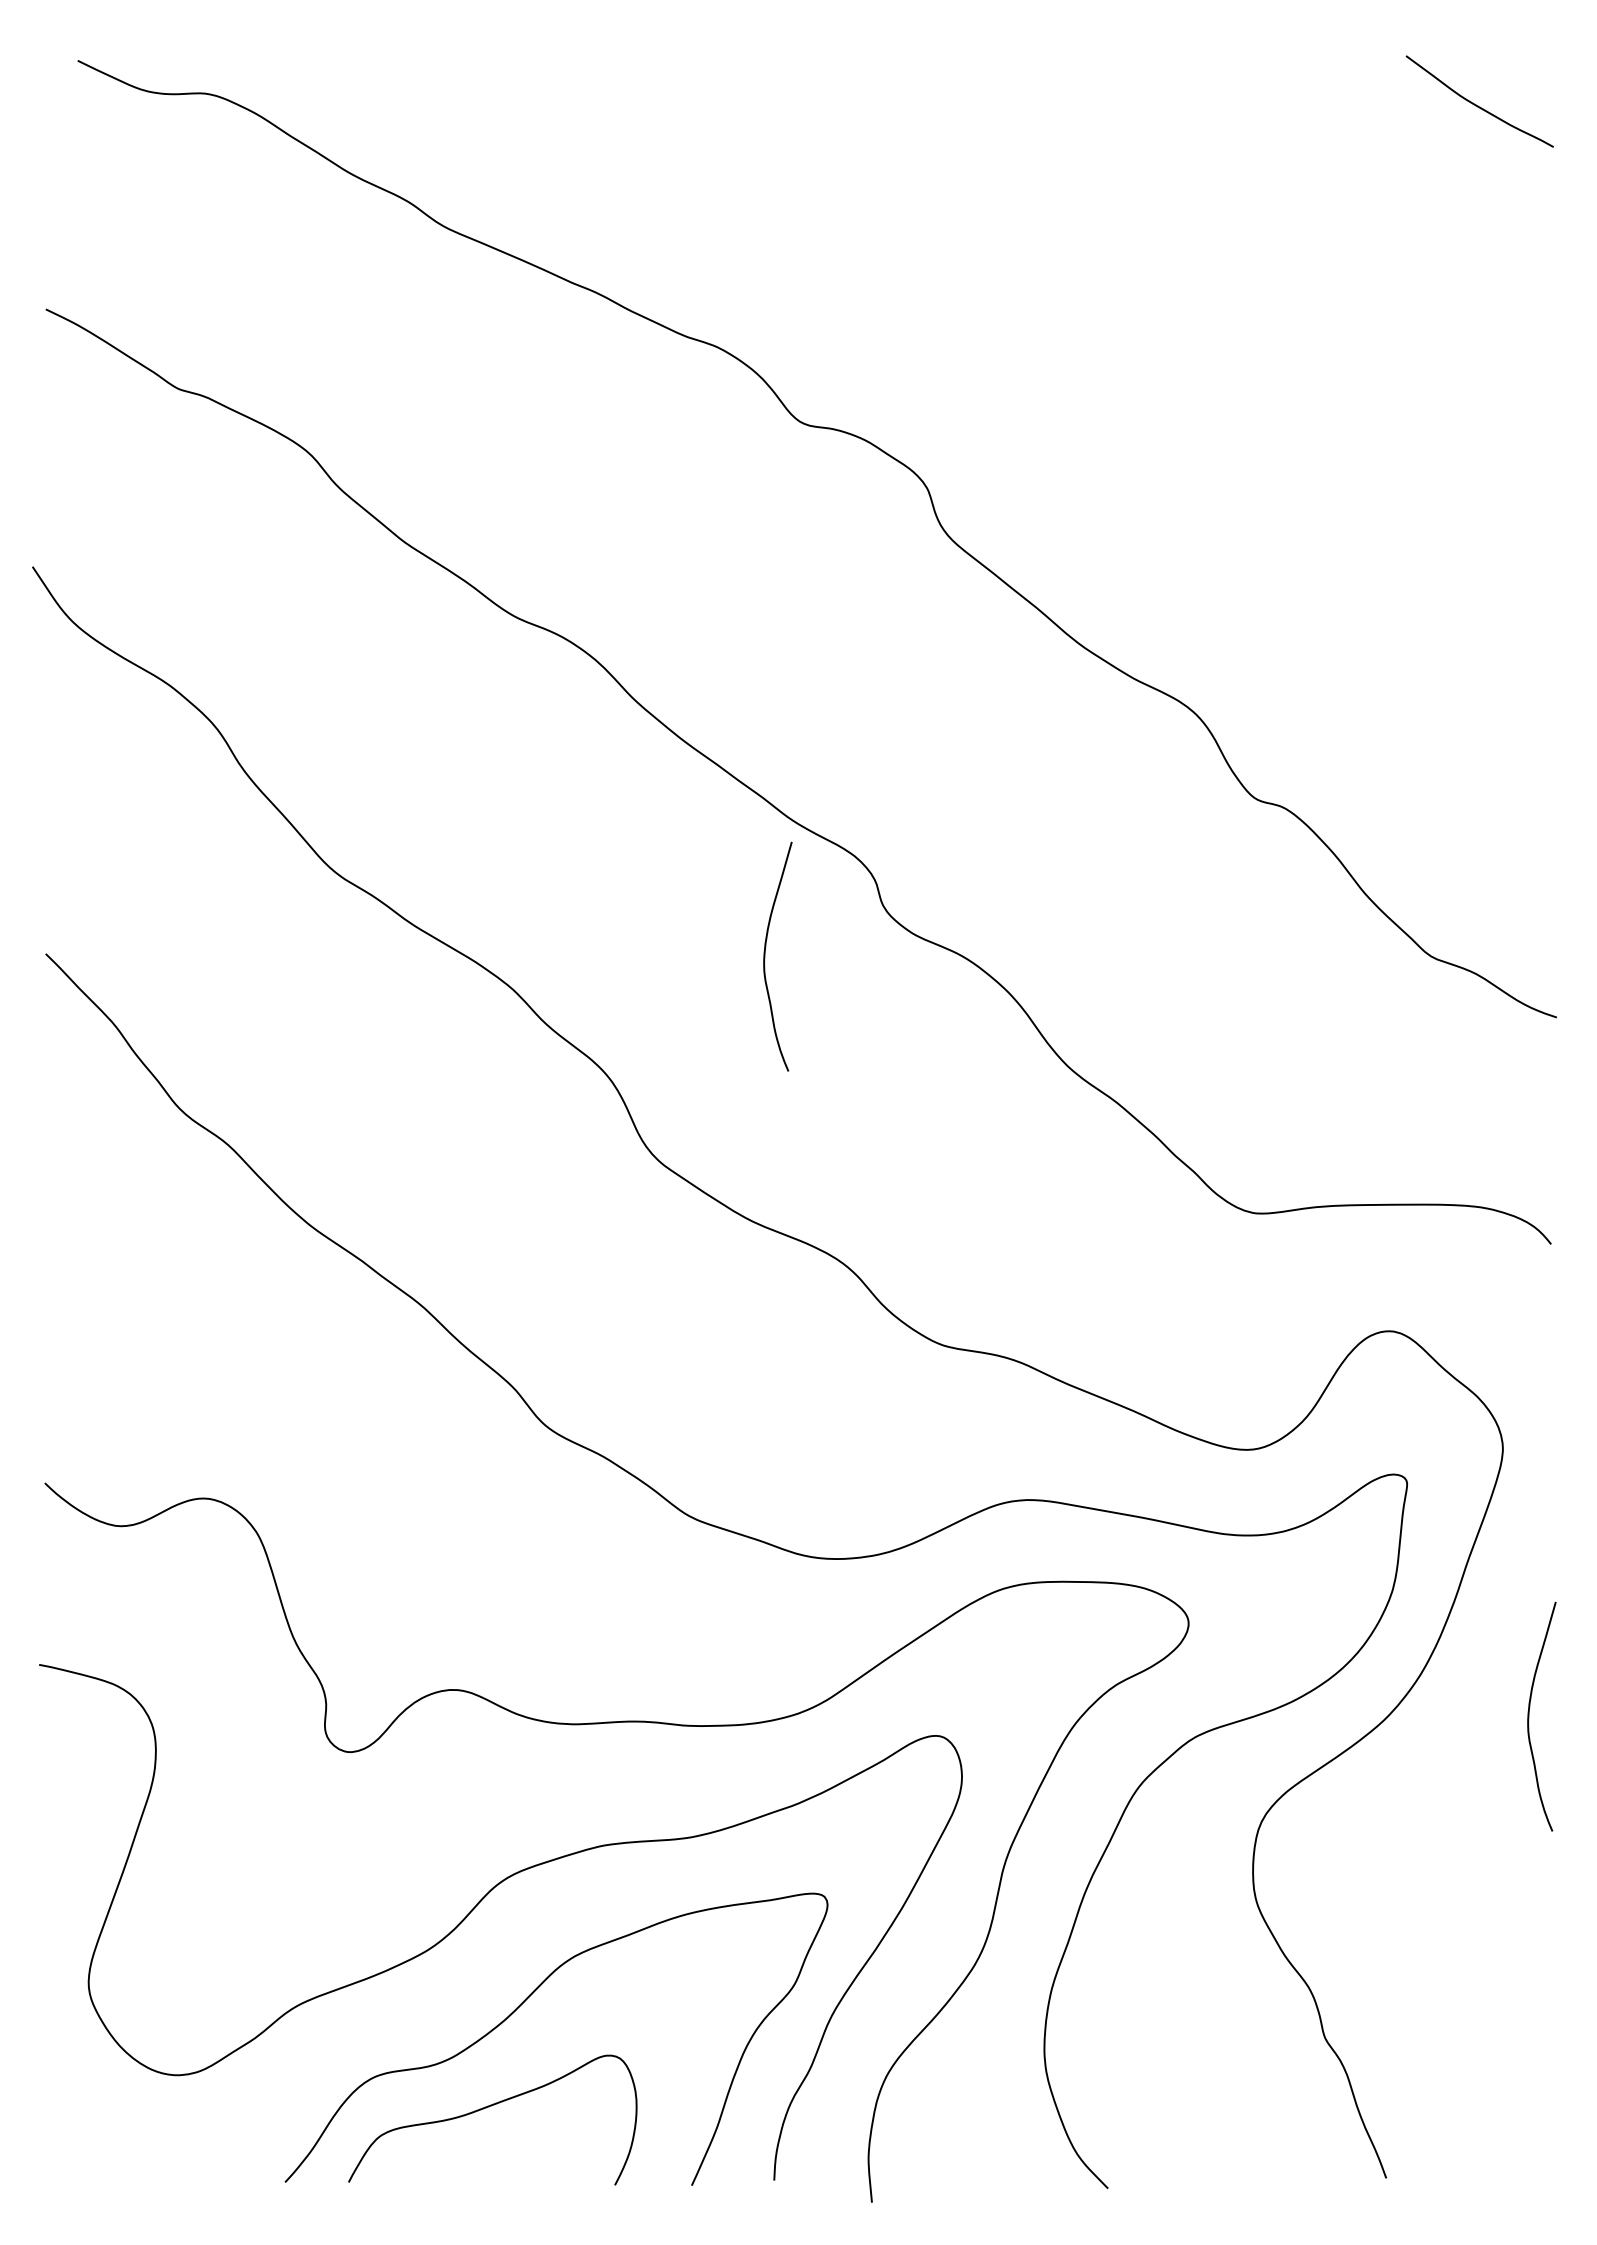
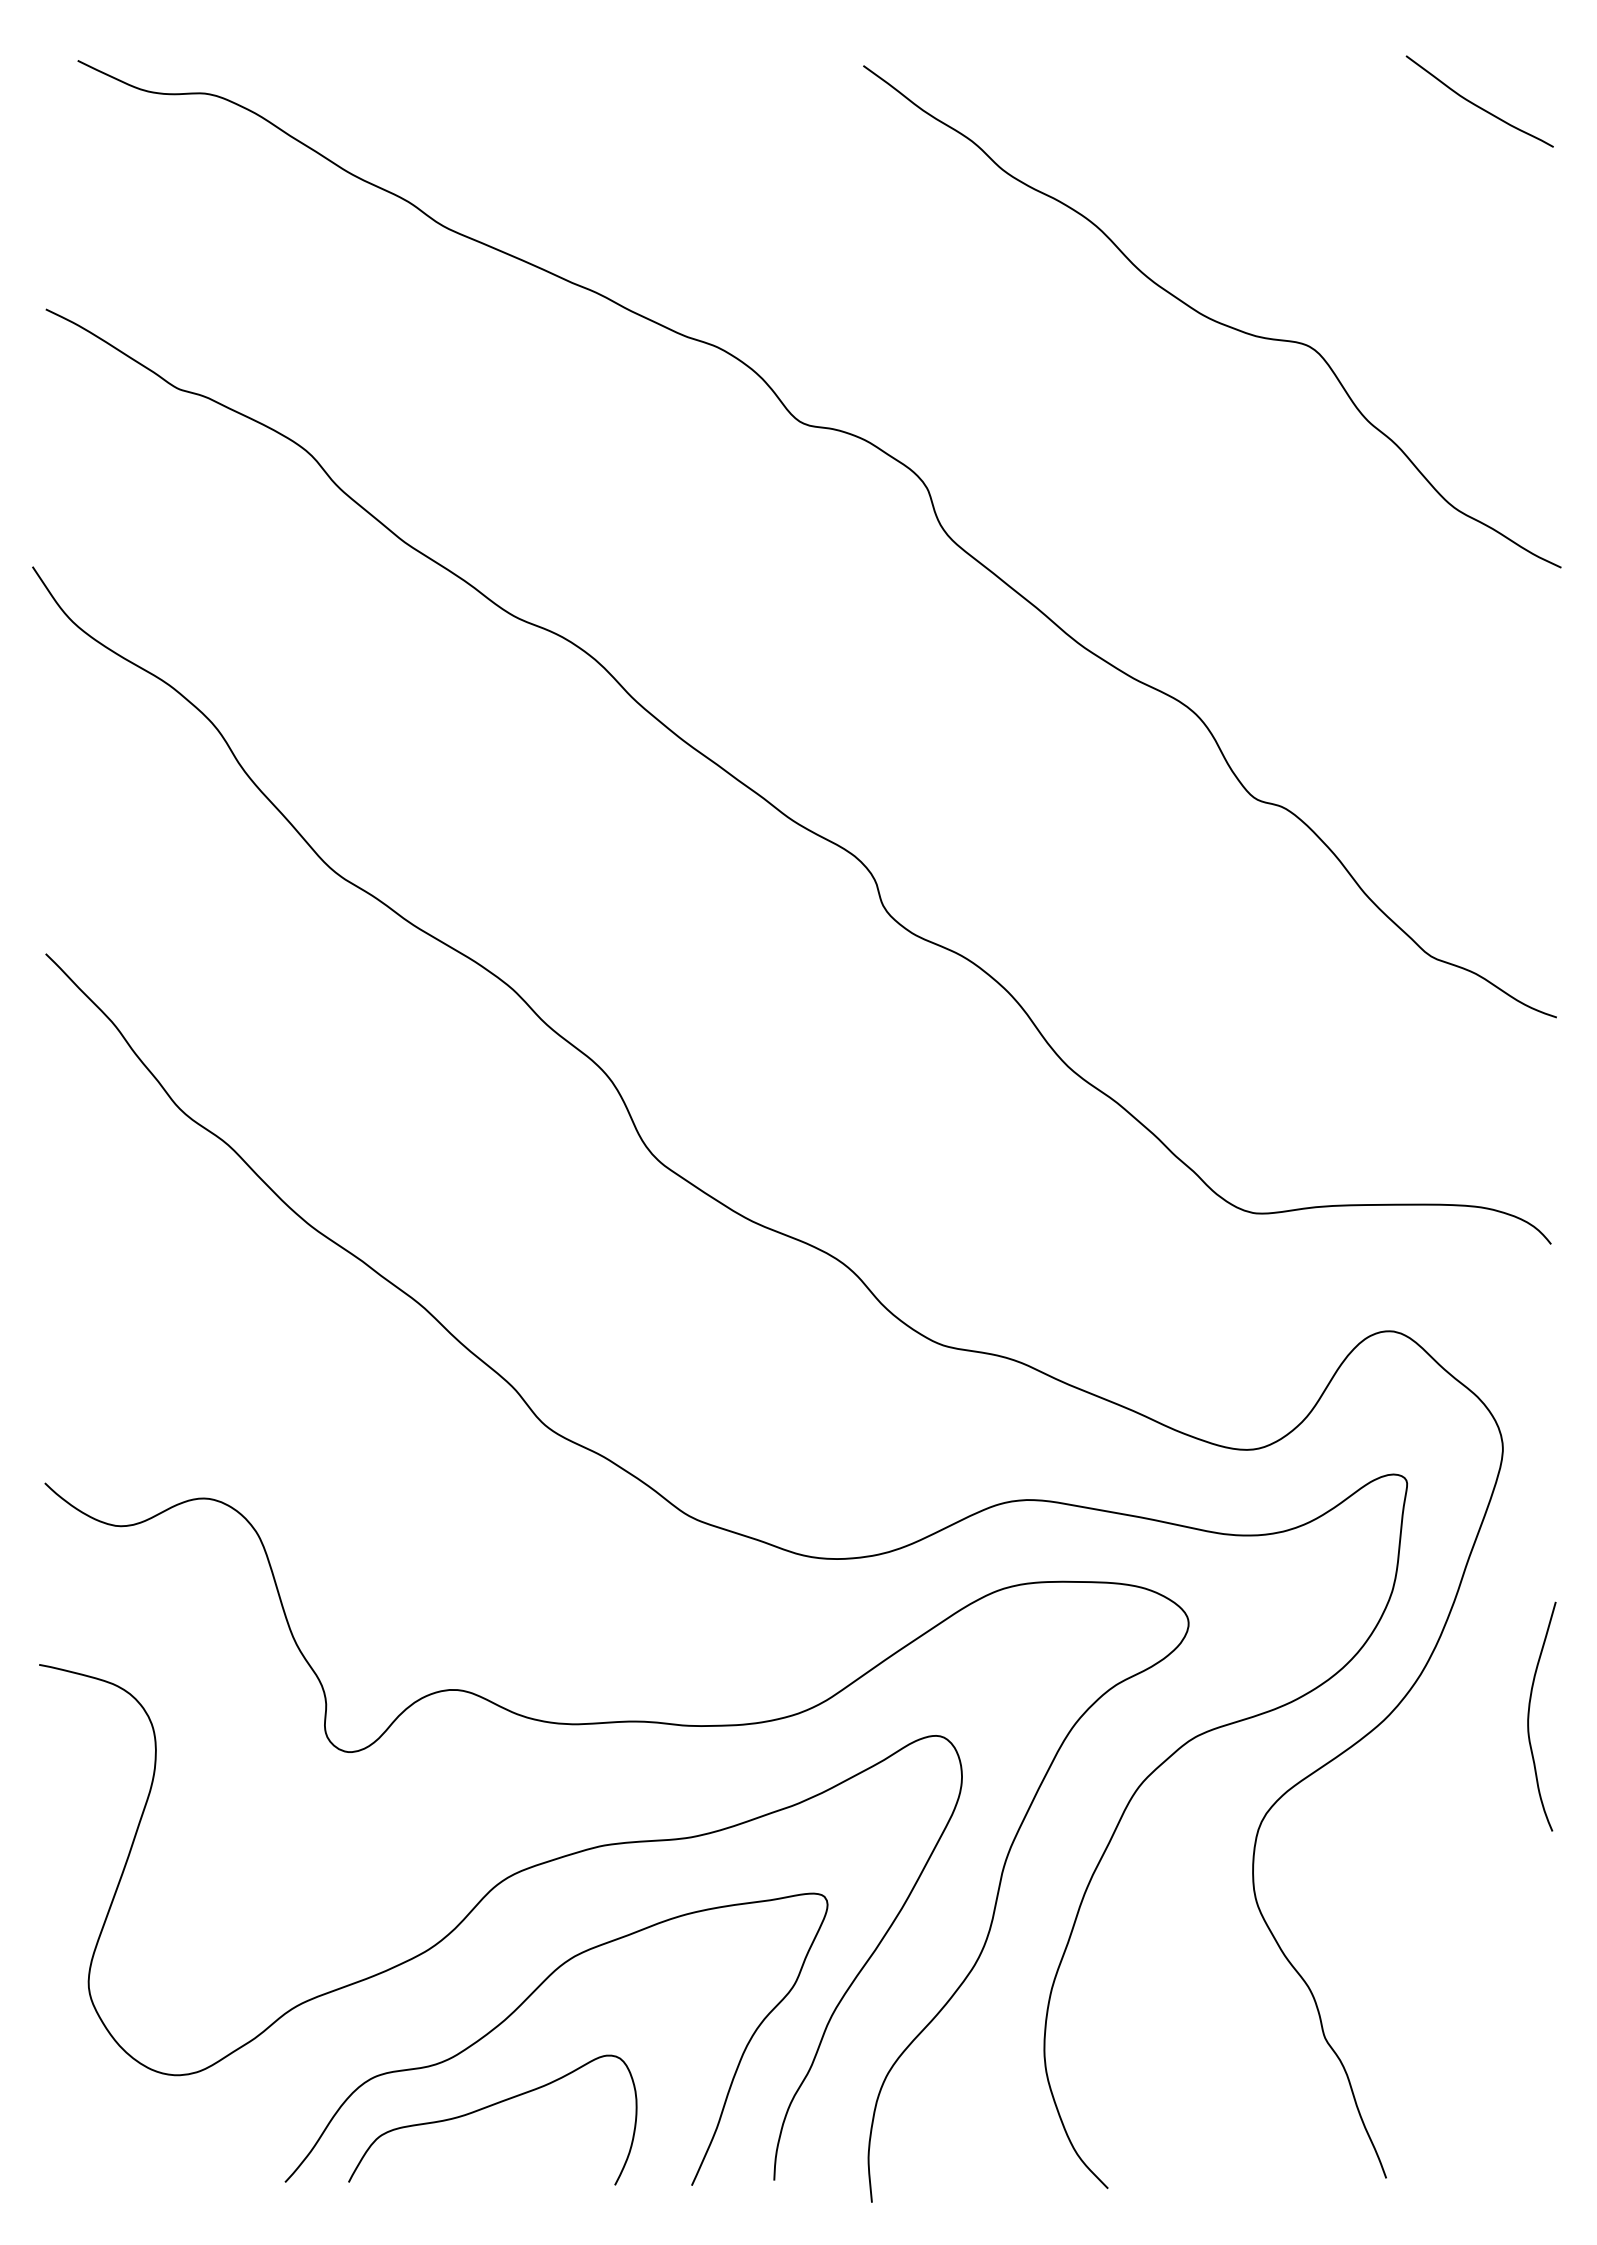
curve at (1212, 318): none -> present
curve at (765, 956): present -> none
